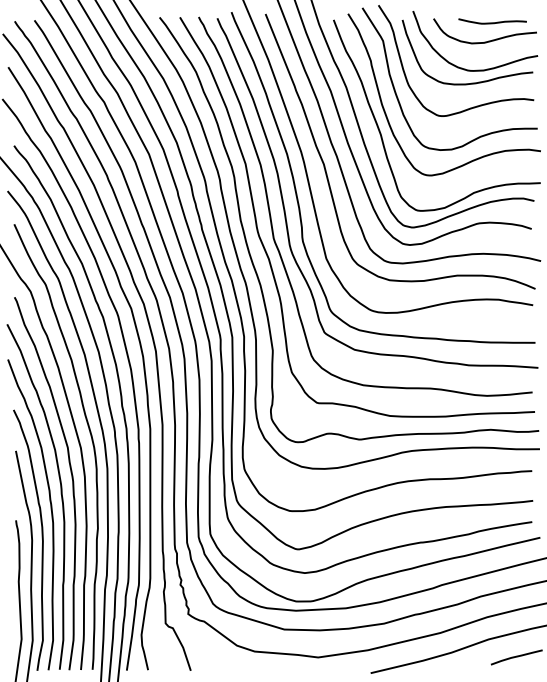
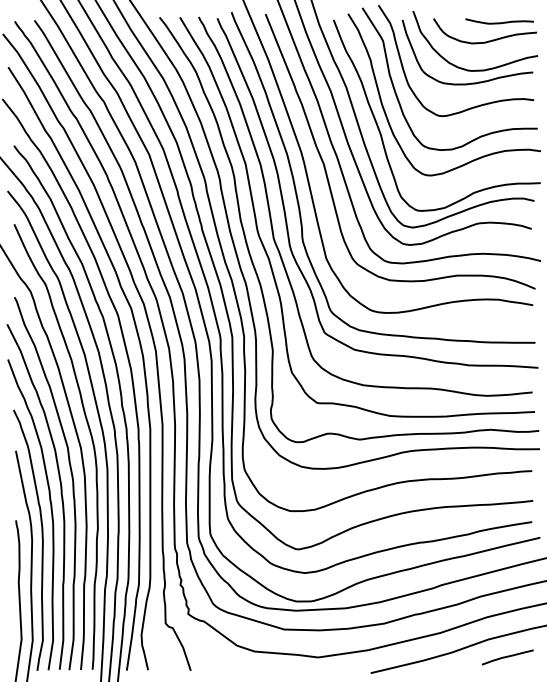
curve at (492, 22) position: (492, 22) -> (499, 22)
curve at (516, 657) position: (516, 657) -> (507, 657)
